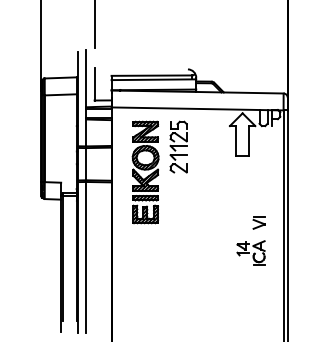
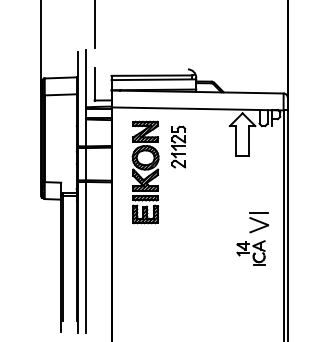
part at (178, 146) size: 19x54 px -> 16x44 px
part at (258, 222) size: 14x14 px -> 20x22 px
